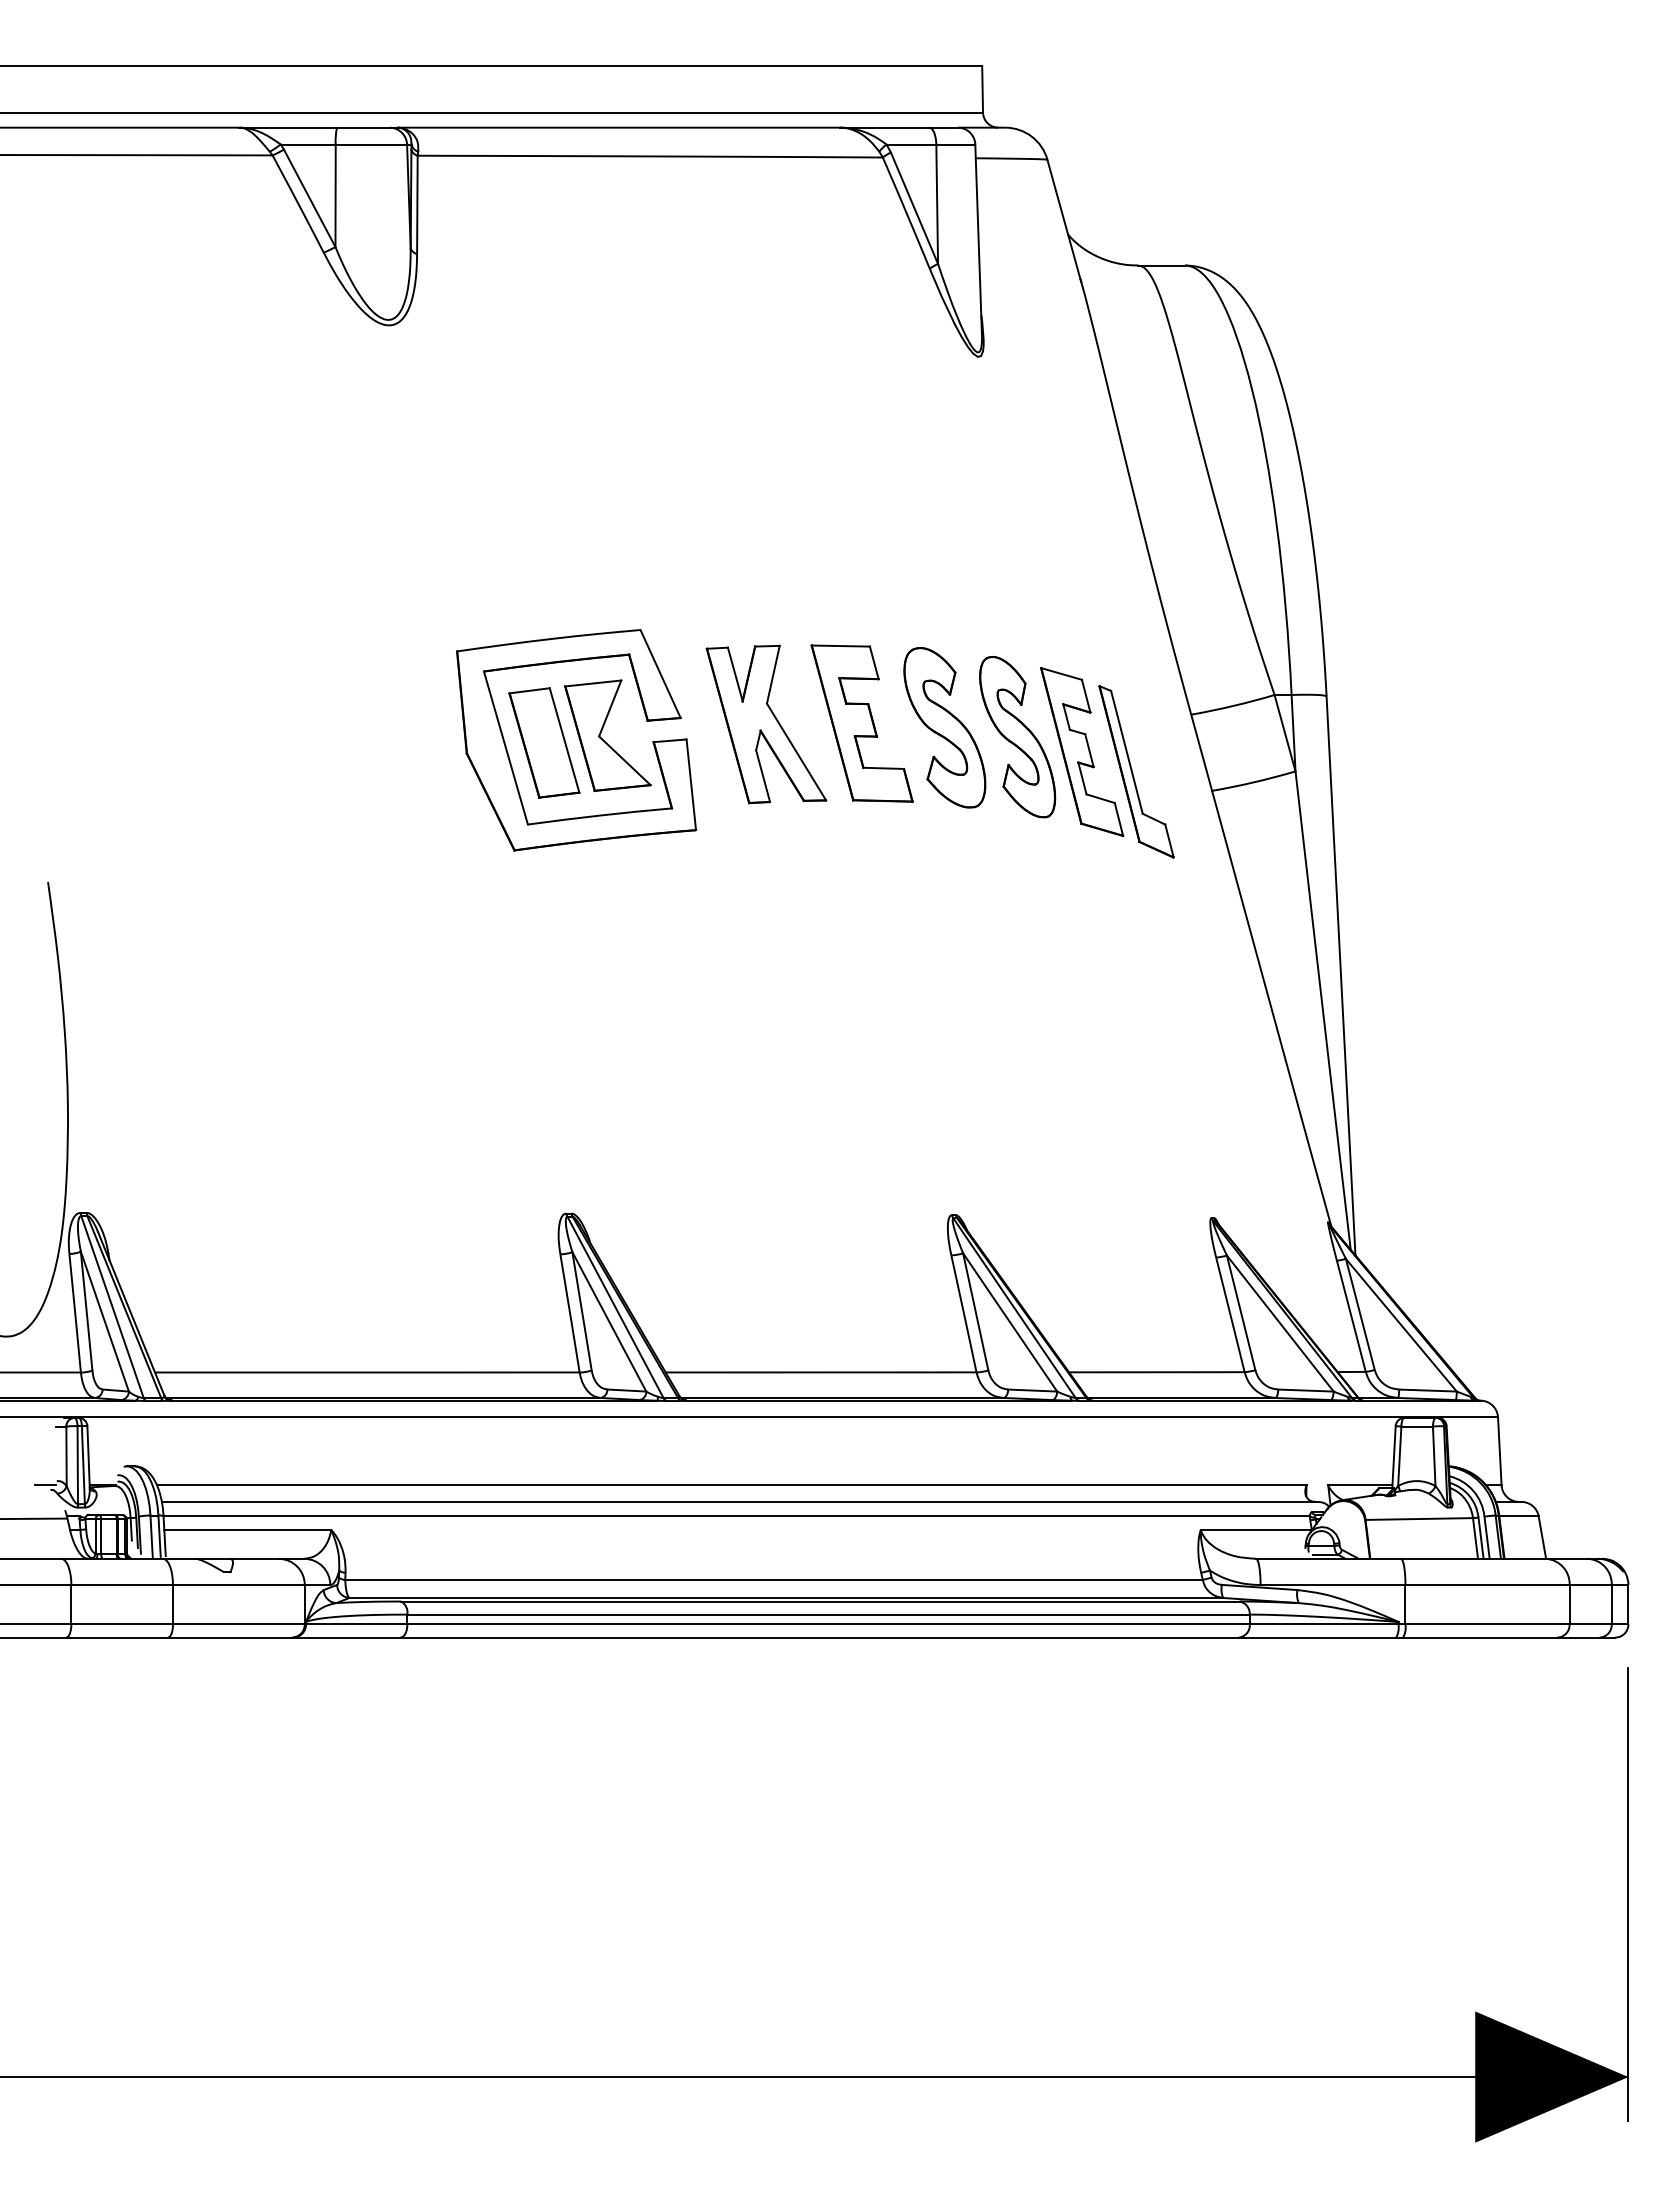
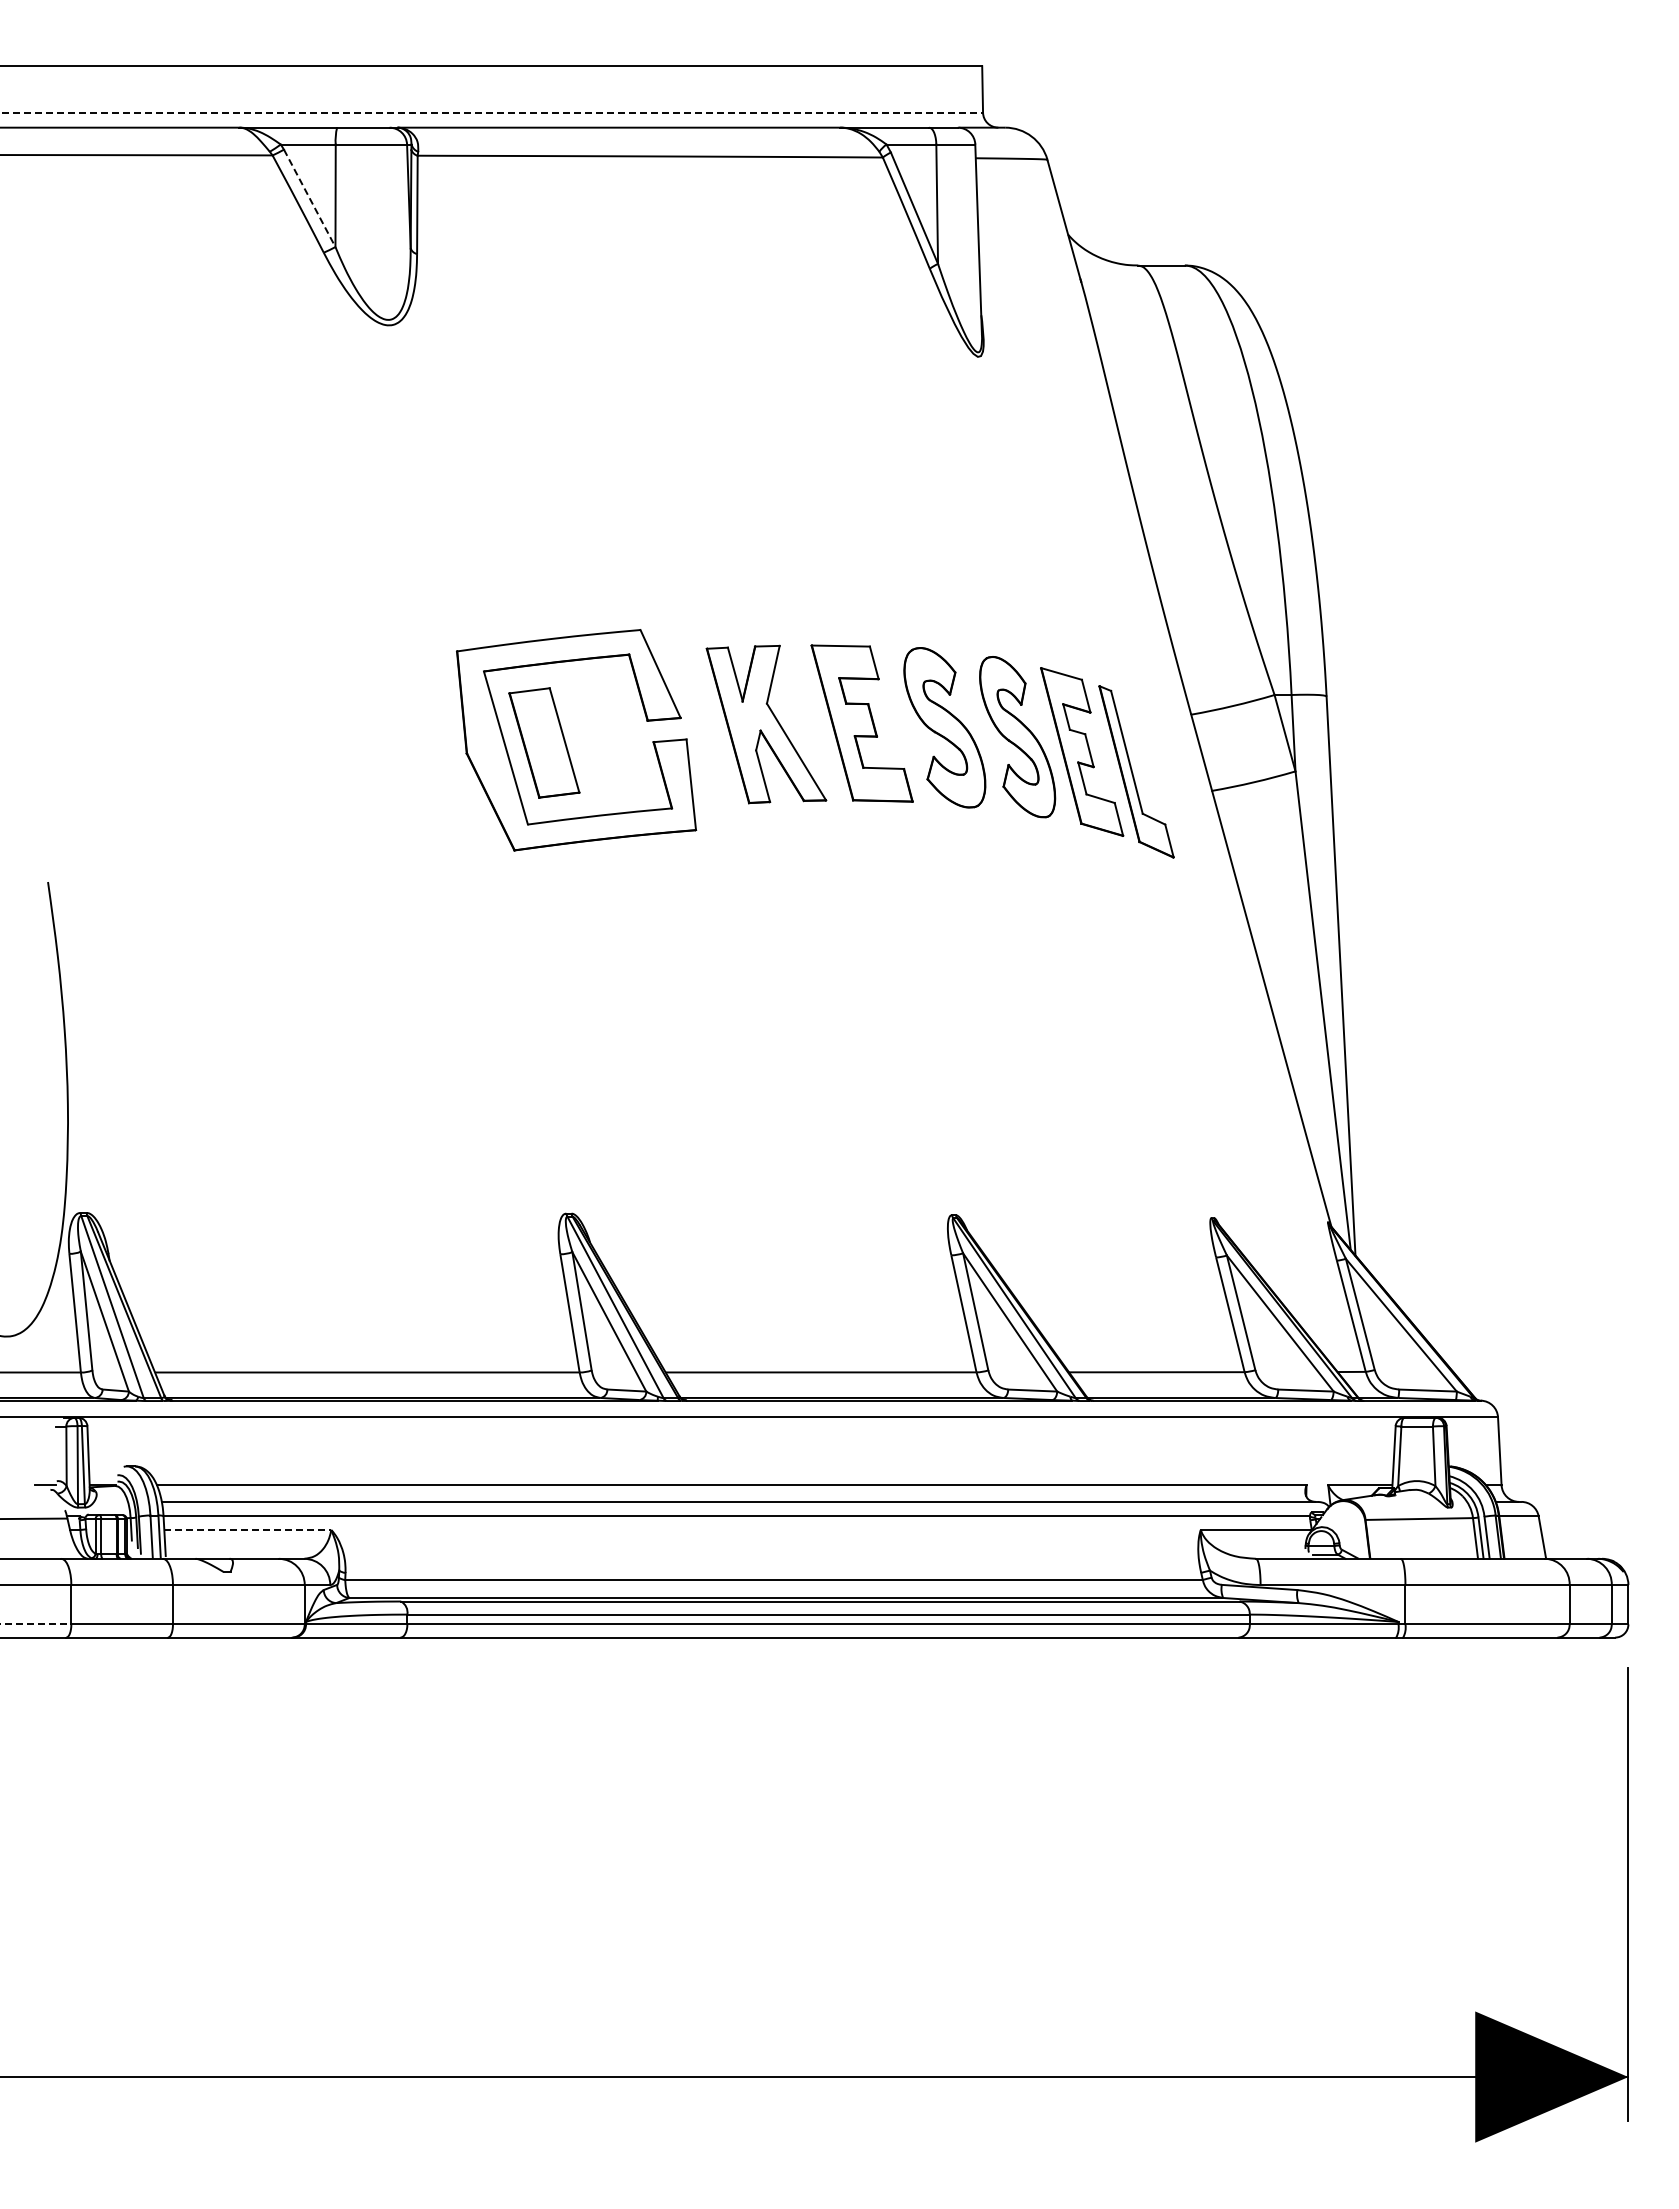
line at (492, 112): solid -> dashed
line at (309, 198): solid -> dashed
part at (607, 735): present -> none
line at (248, 1529): solid -> dashed
line at (36, 1624): solid -> dashed
